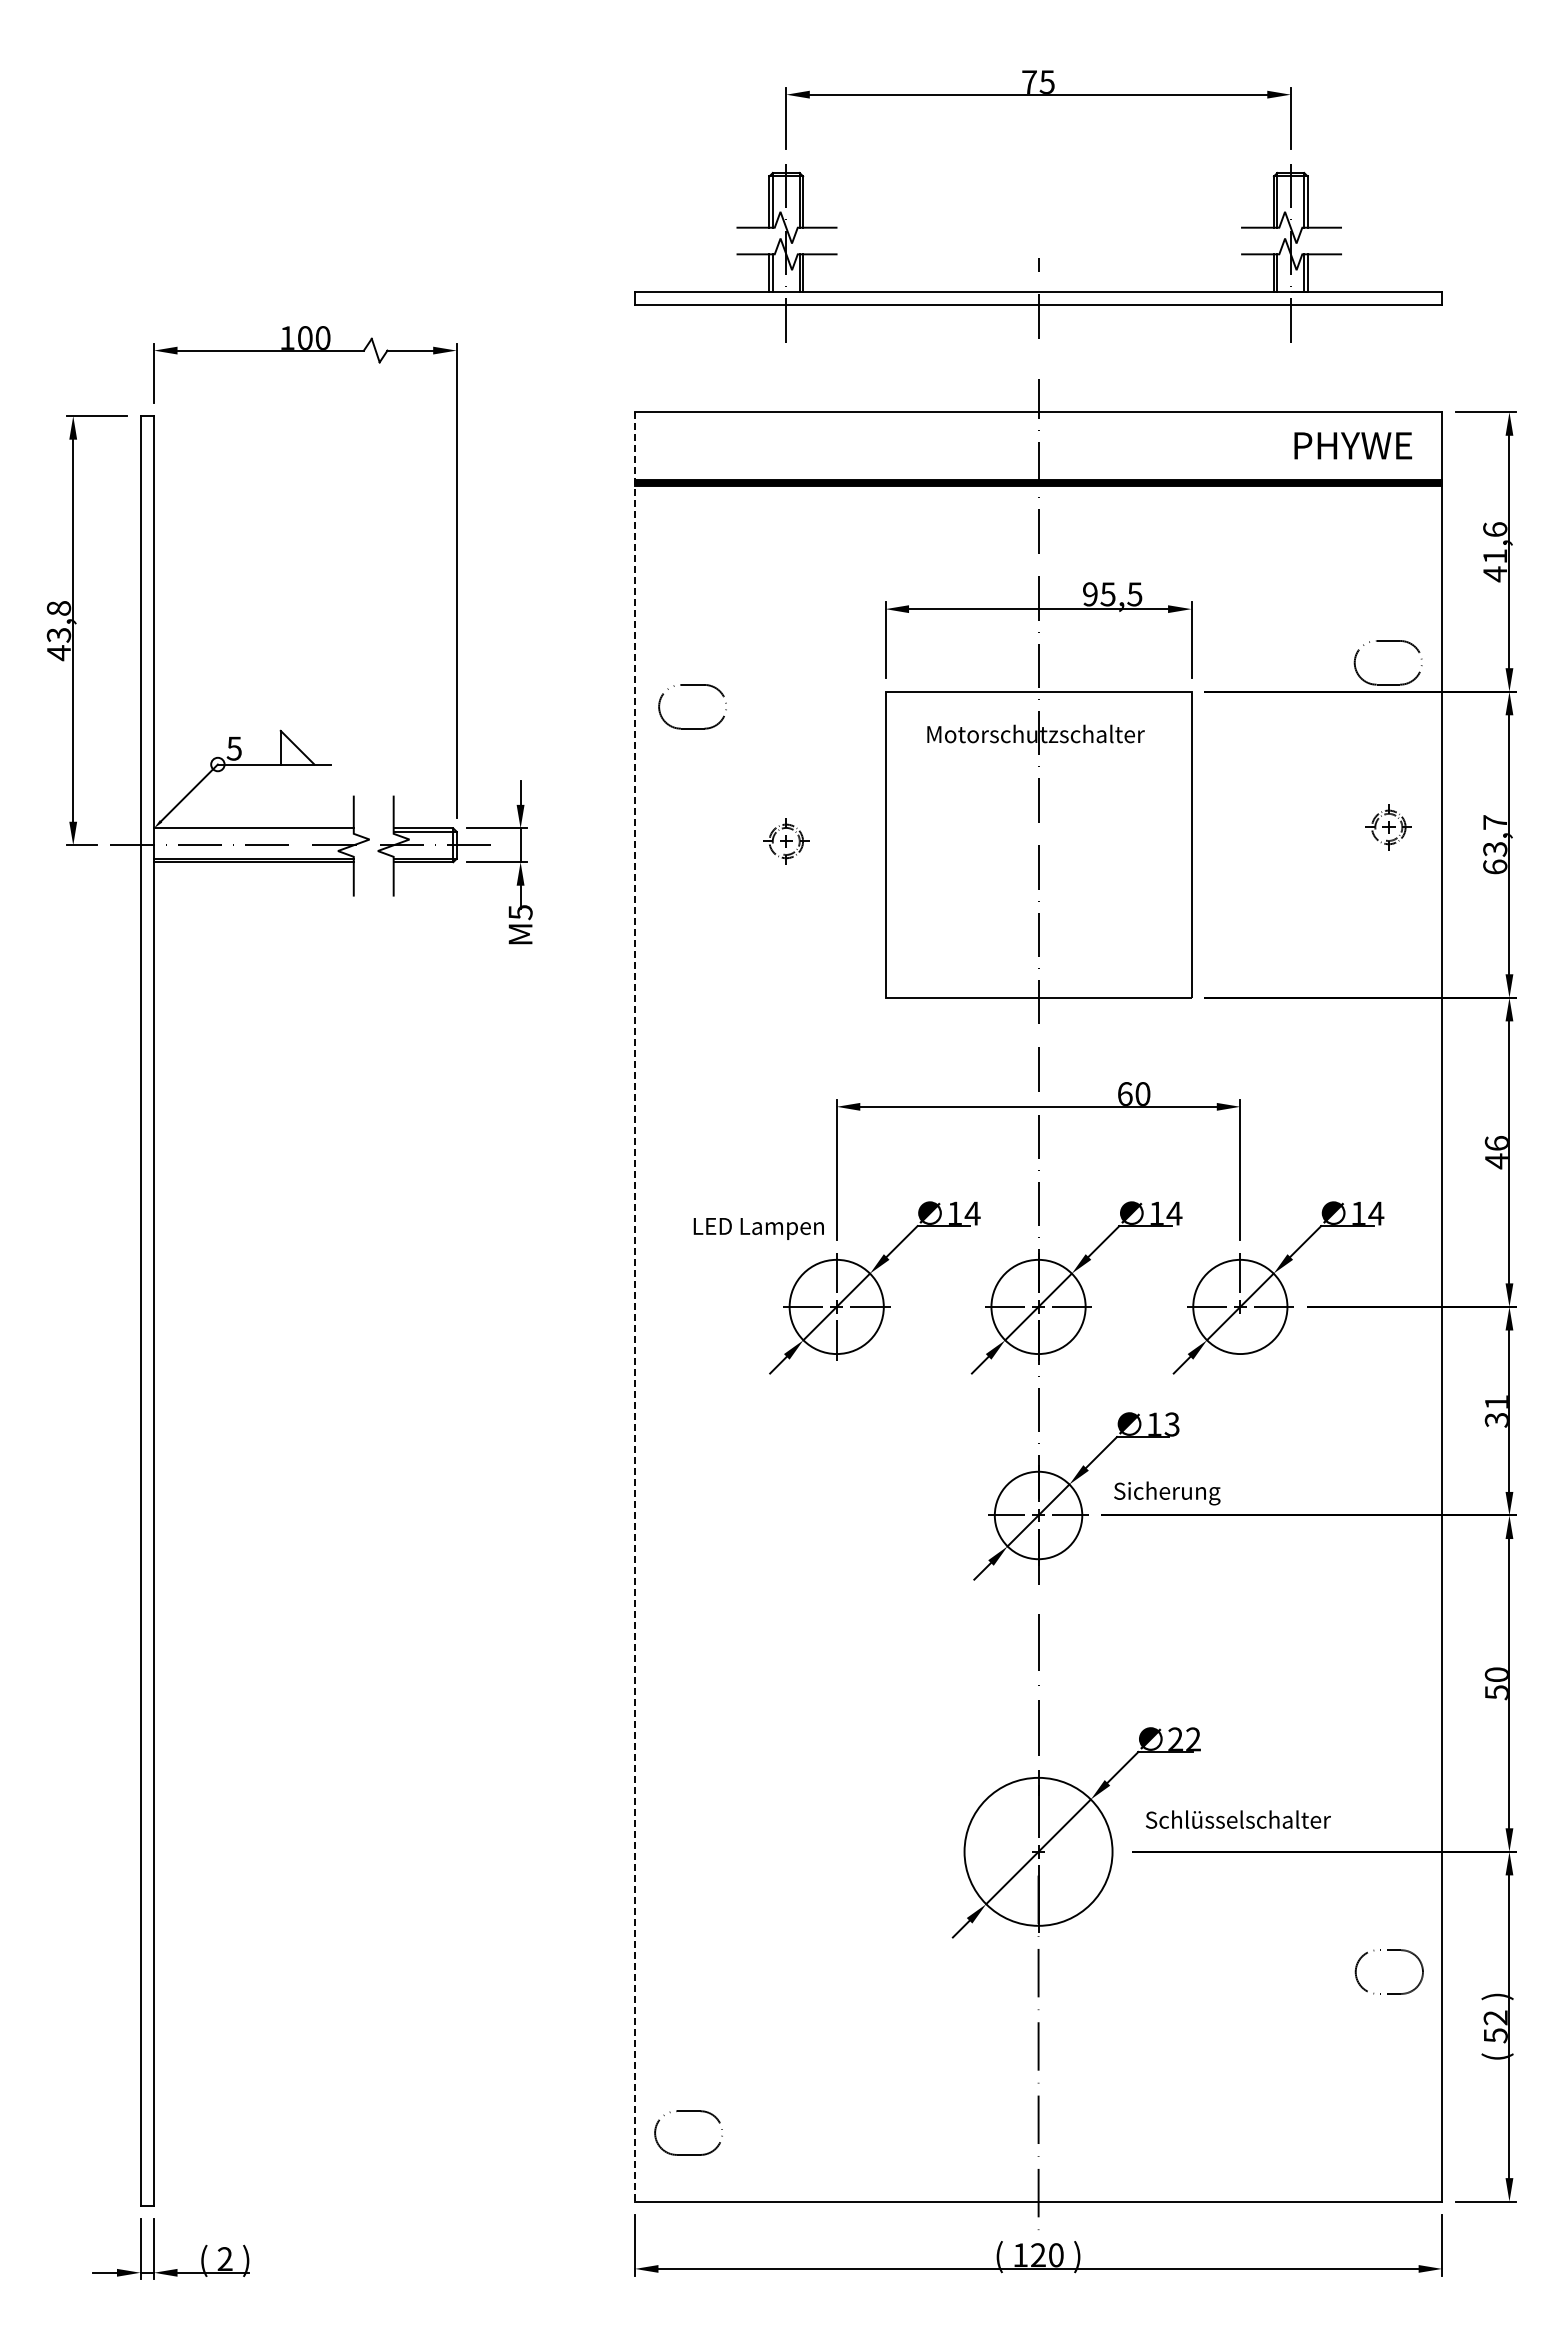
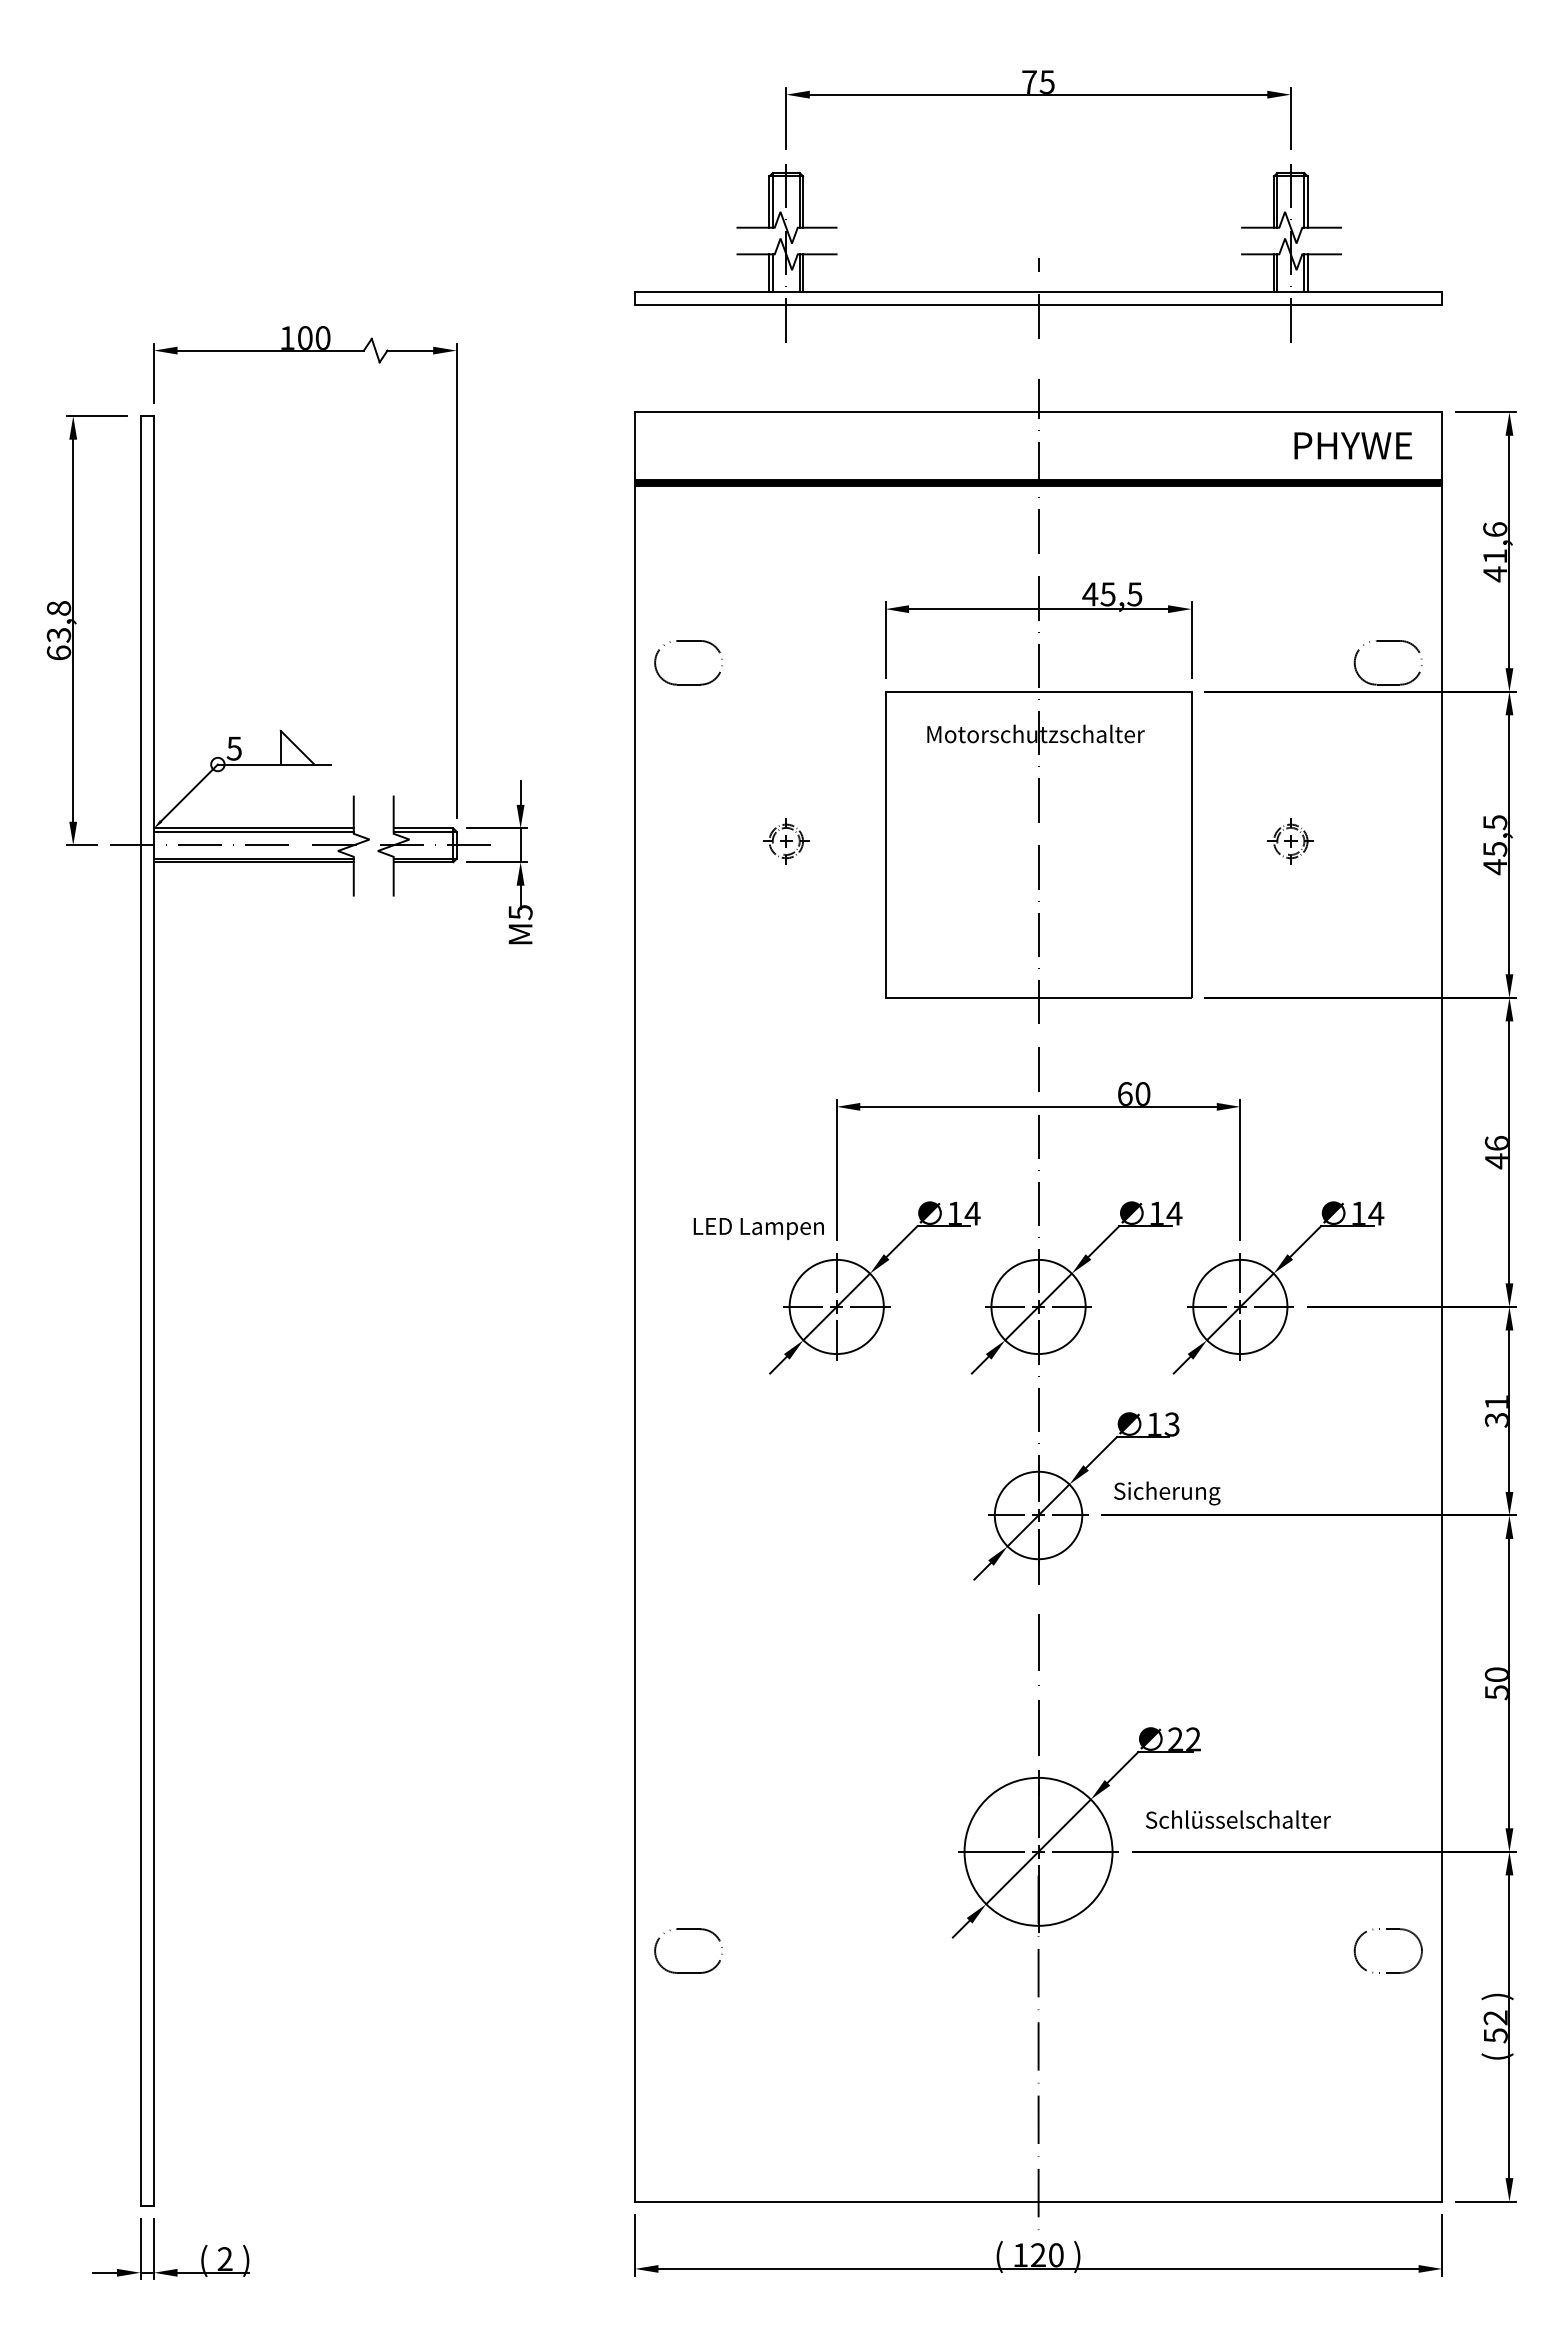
text at (1090, 594): 95,5 -> 45,5
text at (58, 653): 43,8 -> 63,8
part at (692, 685) position: (692, 685) -> (688, 641)
part at (1388, 827) position: (1388, 827) -> (1290, 841)
line at (253, 831): none -> present
text at (1495, 845): 63,7 -> 45,5
line at (634, 1306): dashed -> solid
line at (1240, 1340): none -> present
line at (991, 1851): none -> present
line at (1085, 1851): none -> present
part at (1388, 1950) position: (1388, 1950) -> (1387, 1929)
part at (688, 2111) position: (688, 2111) -> (688, 1929)
